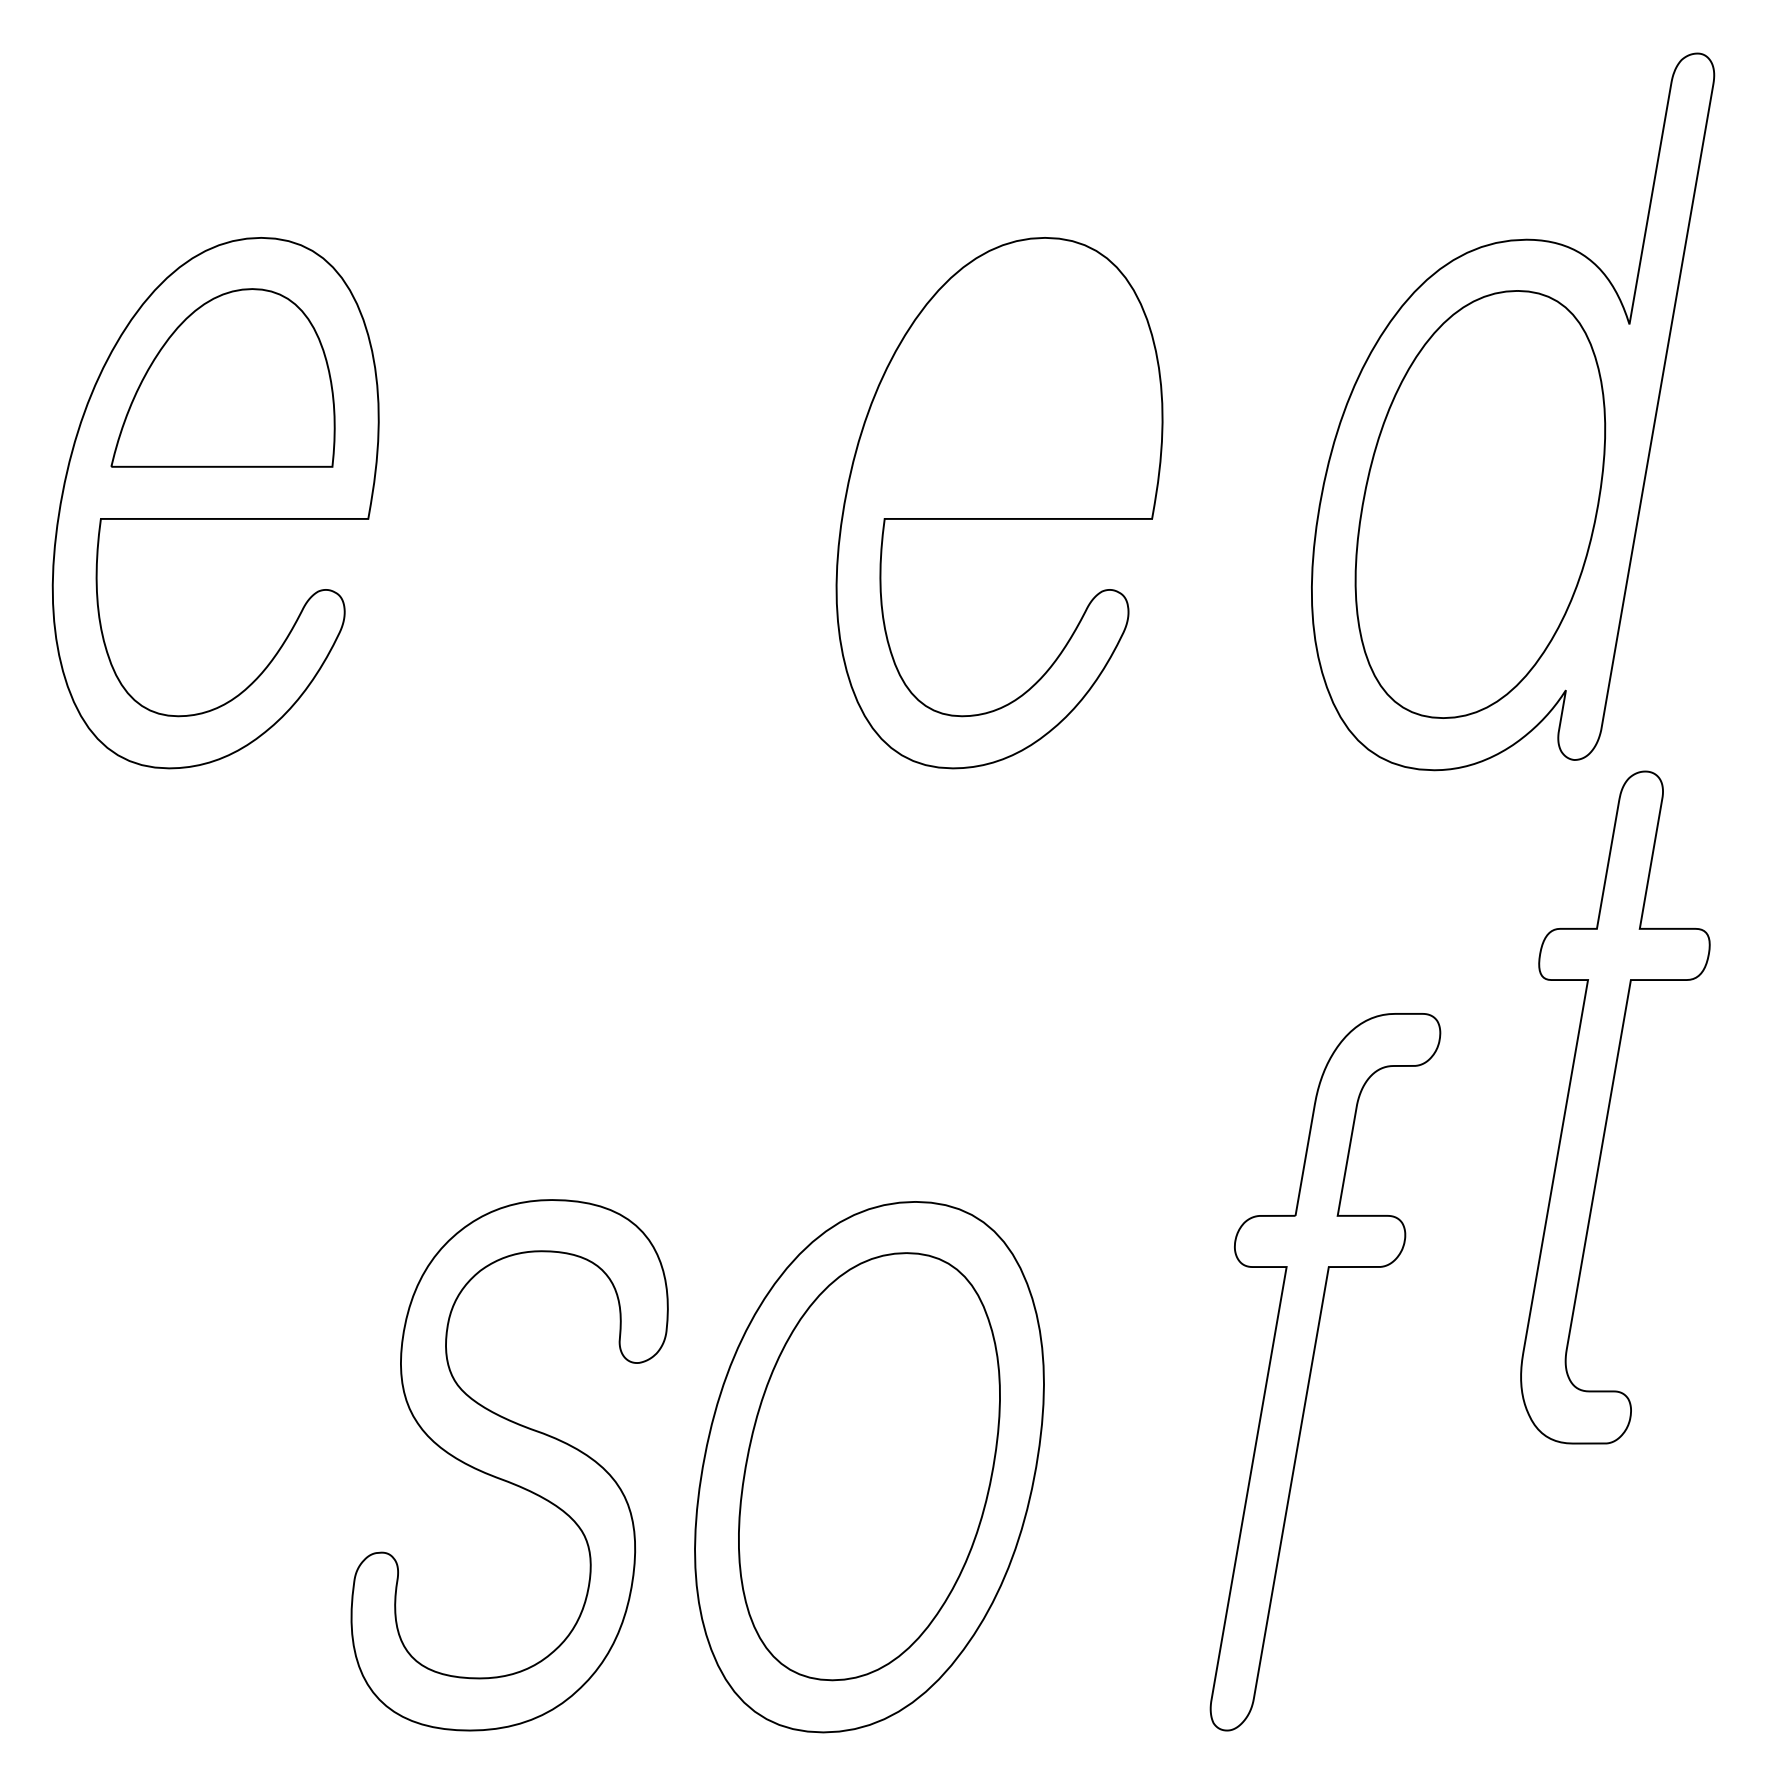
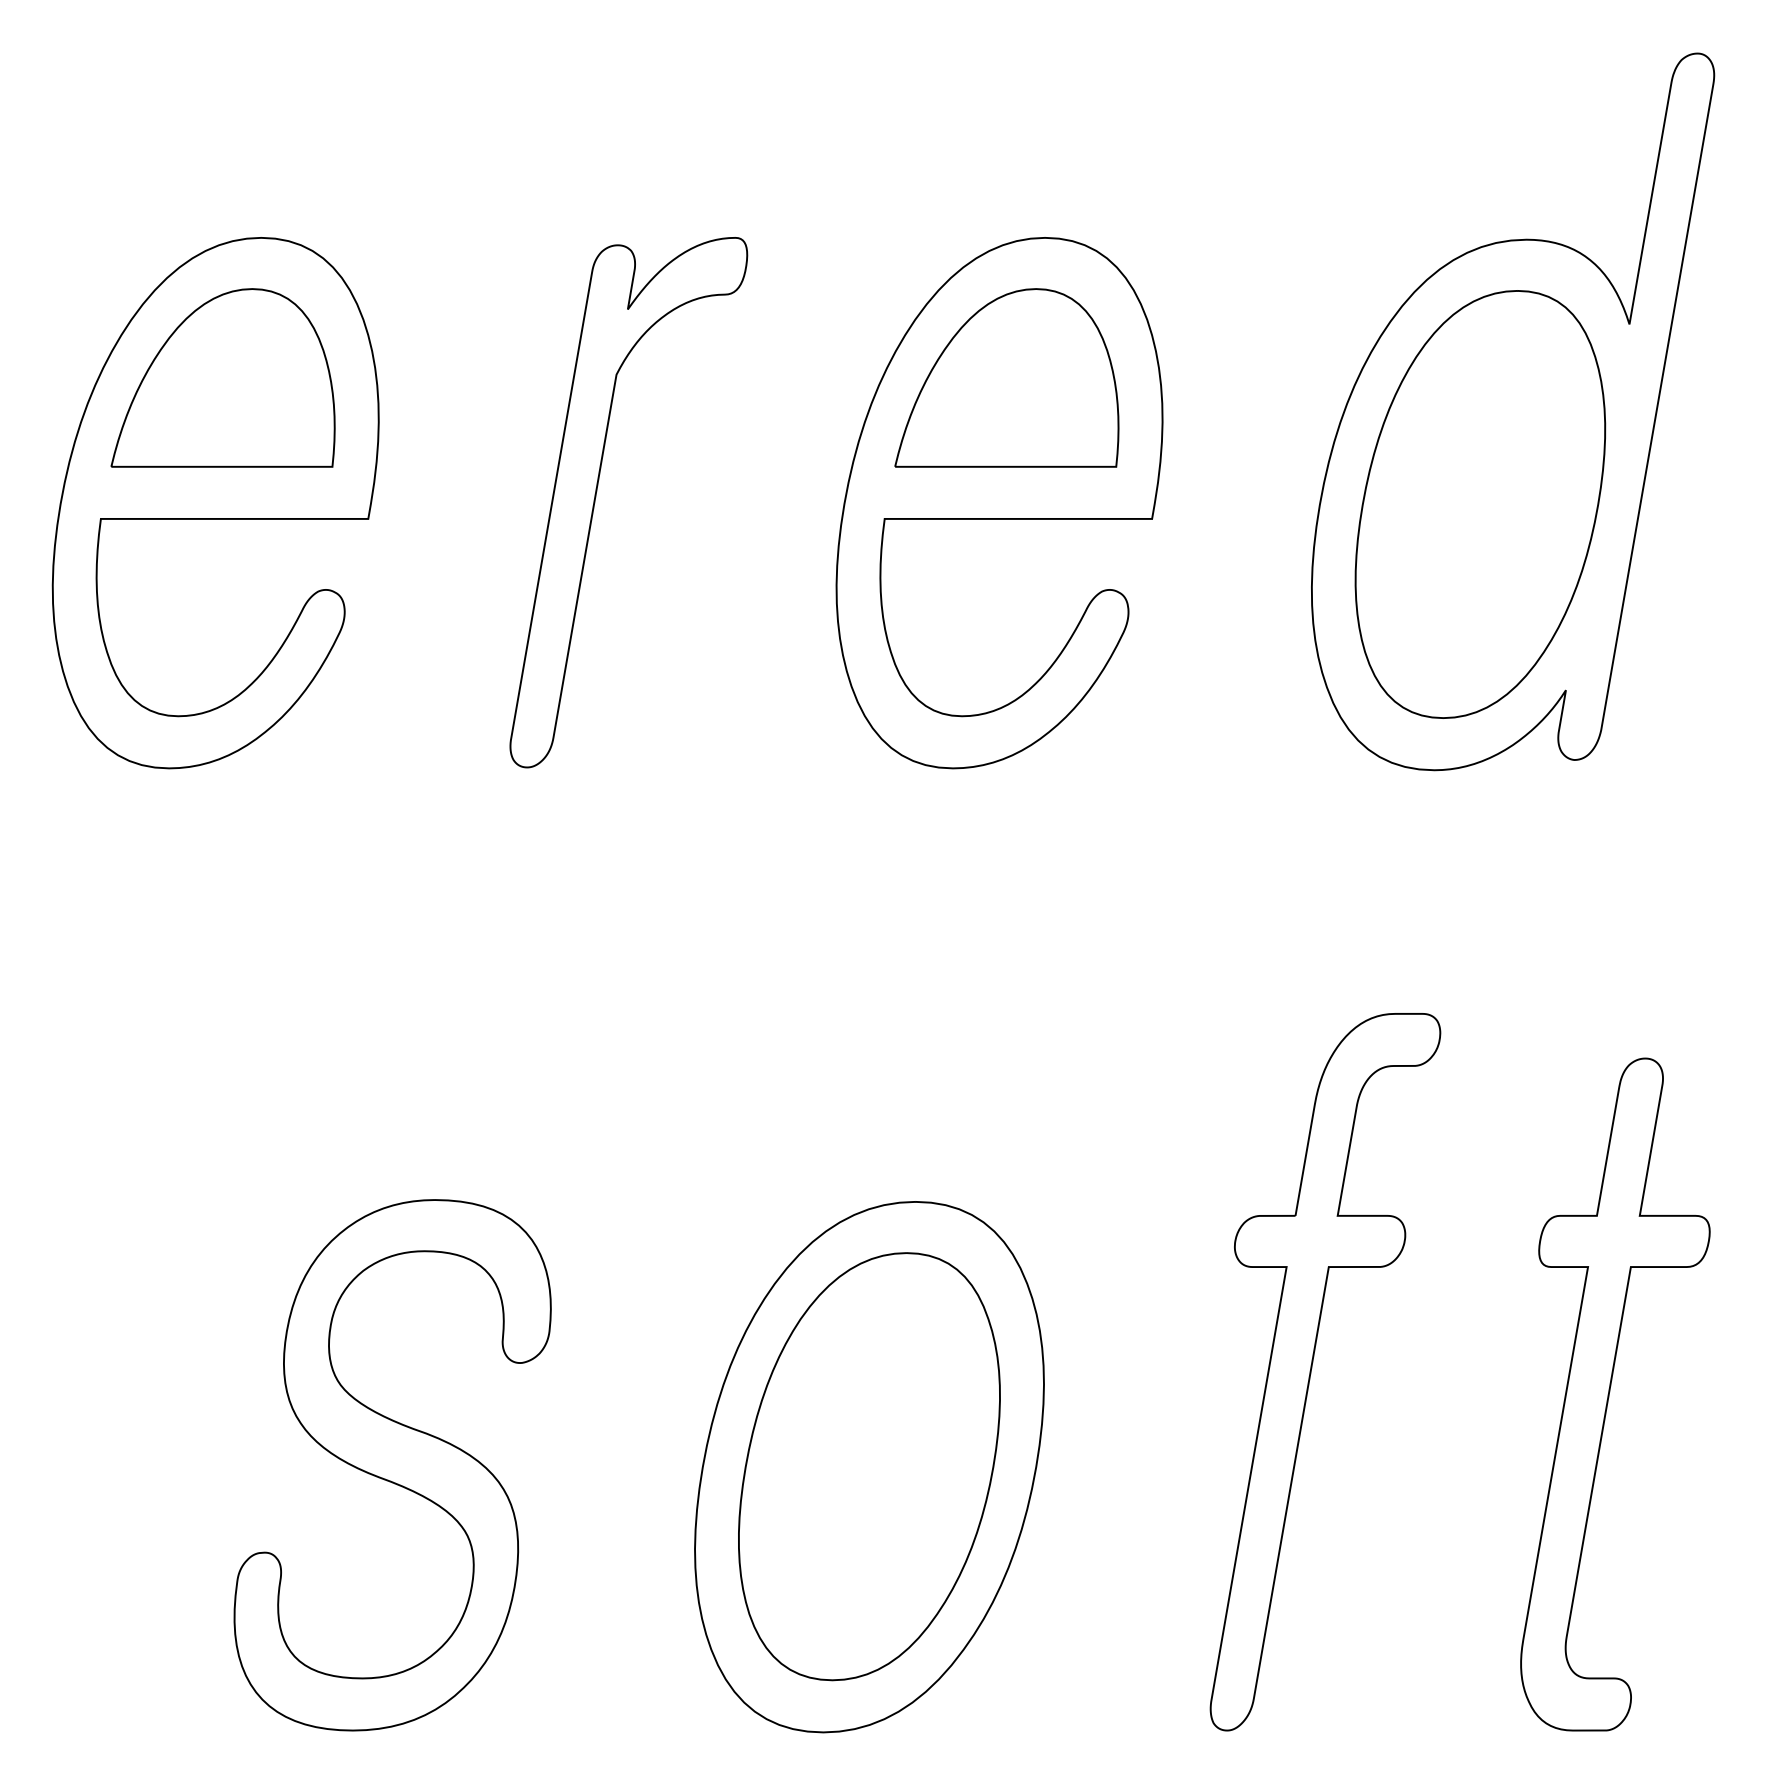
part at (1006, 377): none -> present
part at (596, 497): none -> present
part at (1615, 1107) position: (1615, 1107) -> (1615, 1394)
part at (509, 1465) position: (509, 1465) -> (392, 1465)
